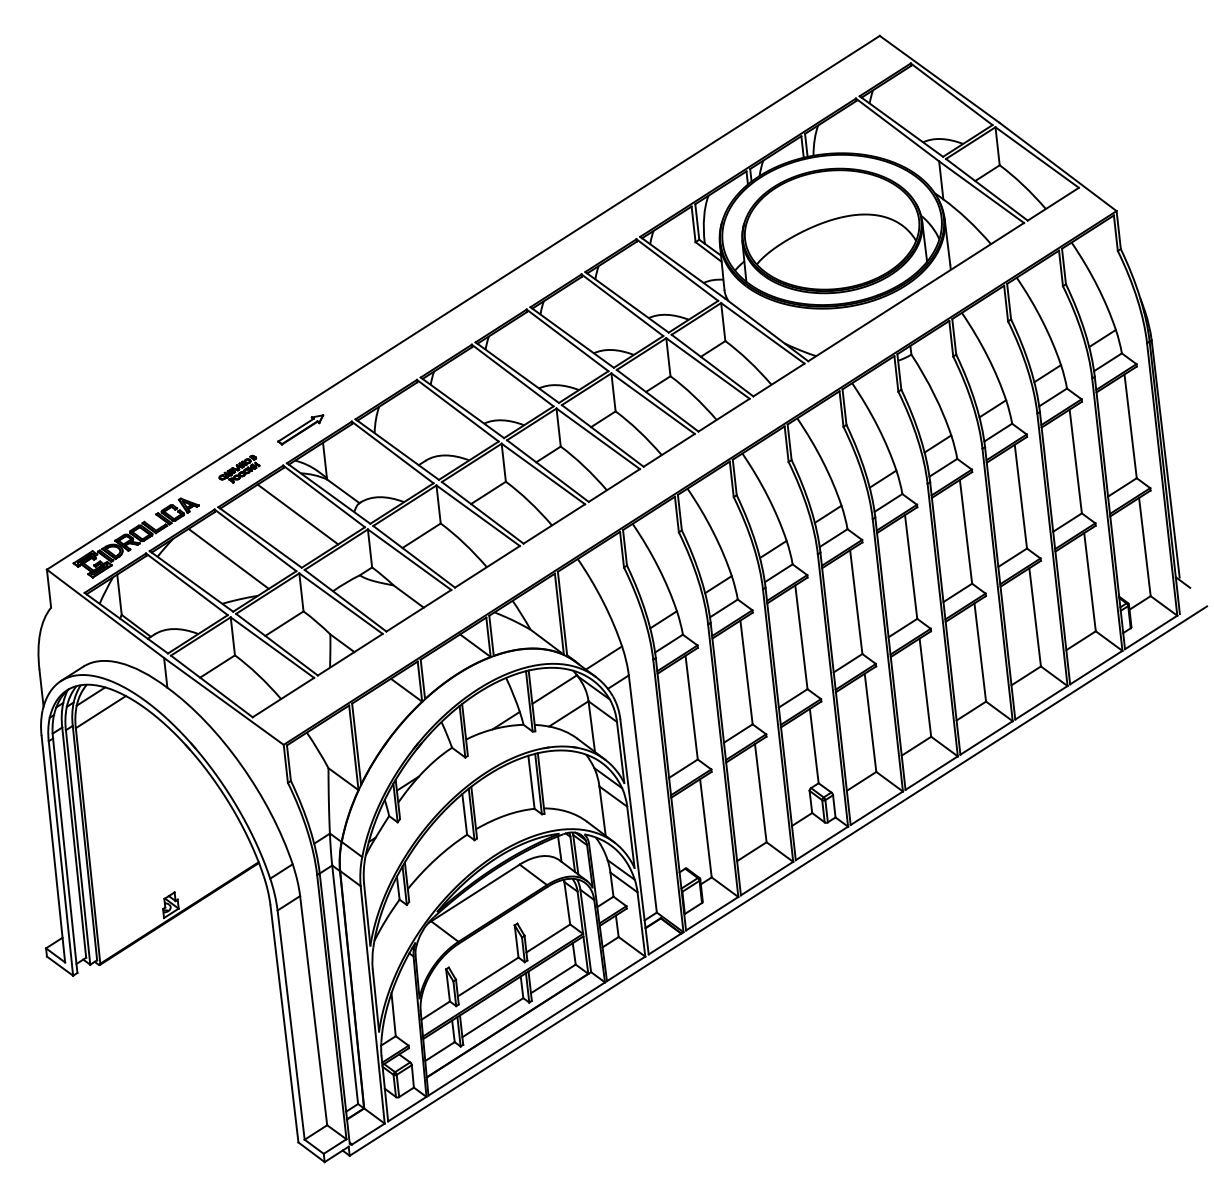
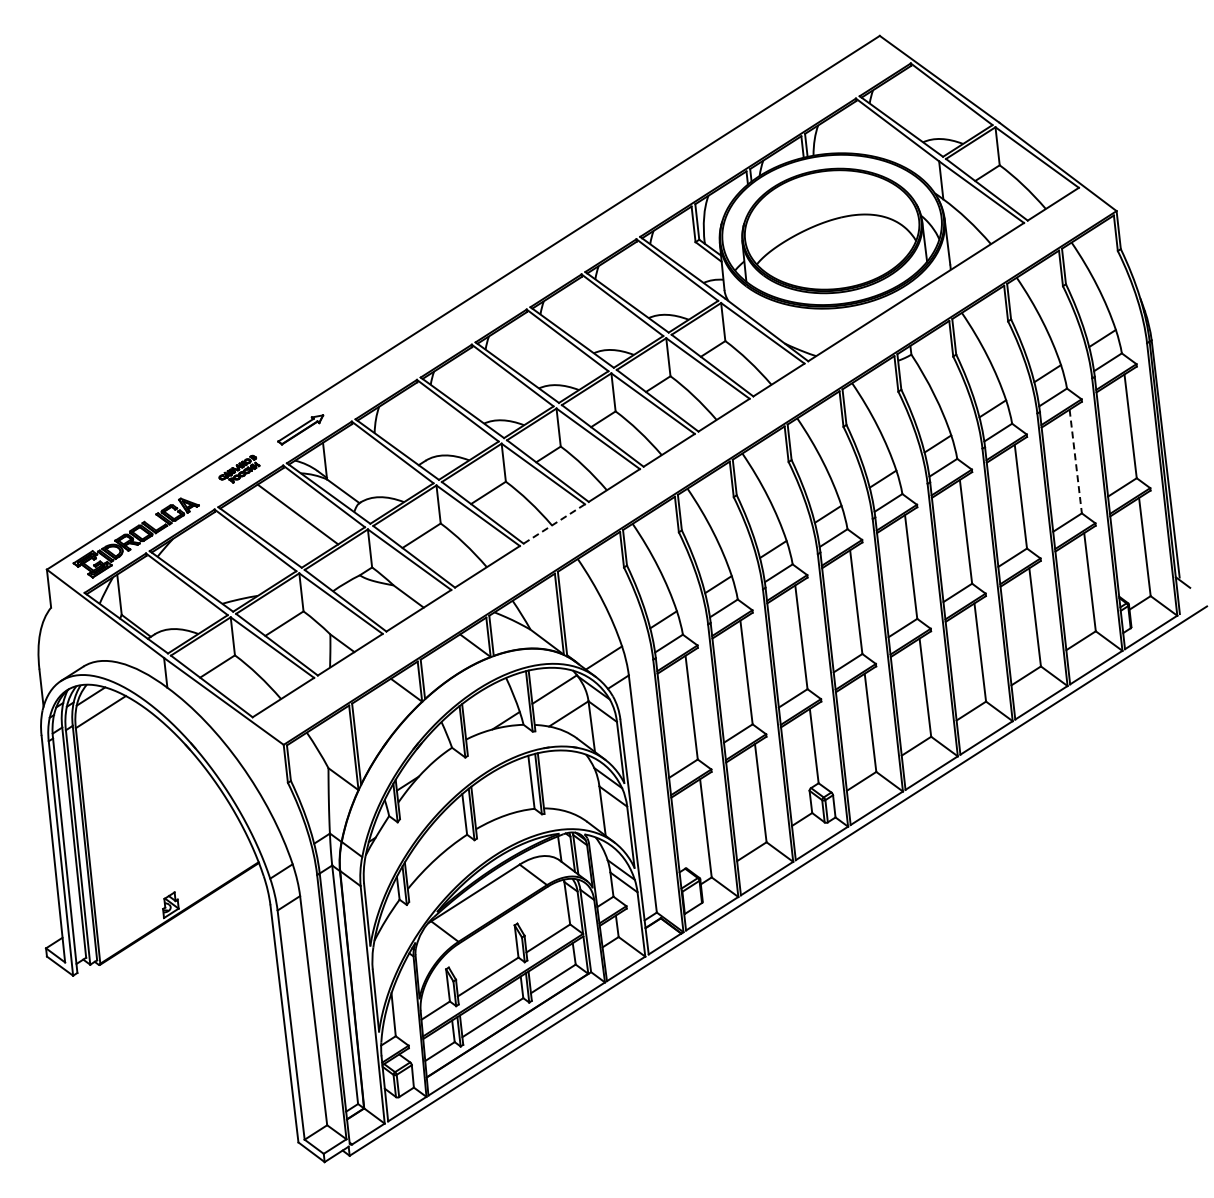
line at (1075, 462): solid -> dashed
line at (554, 523): solid -> dashed
line at (228, 558): present -> none
